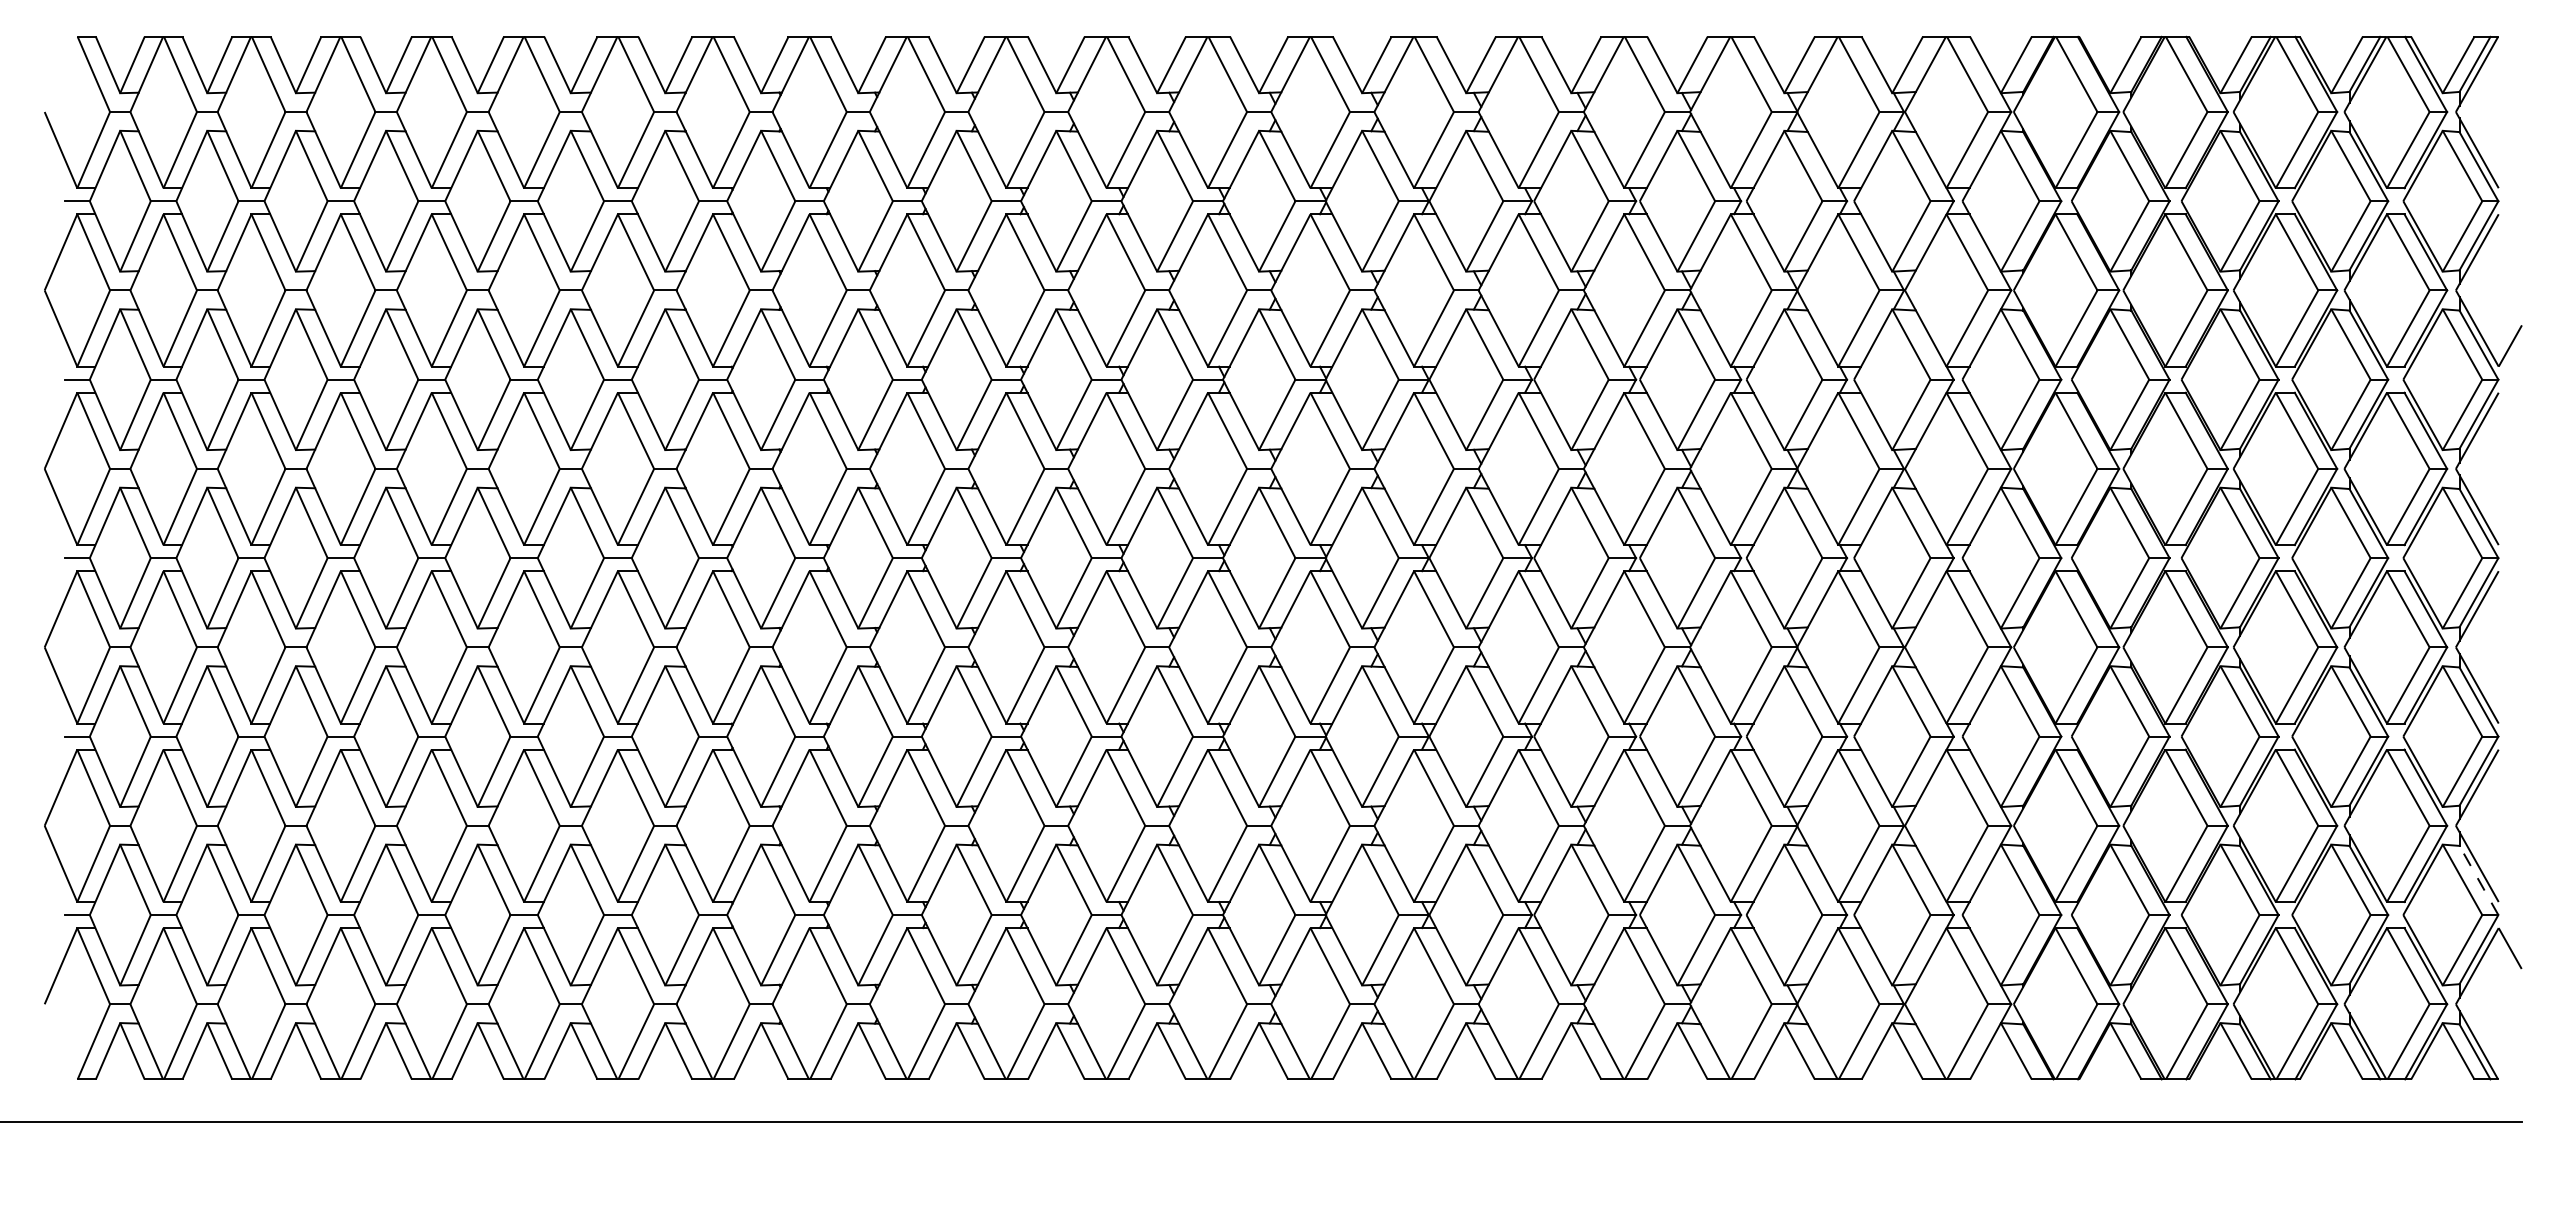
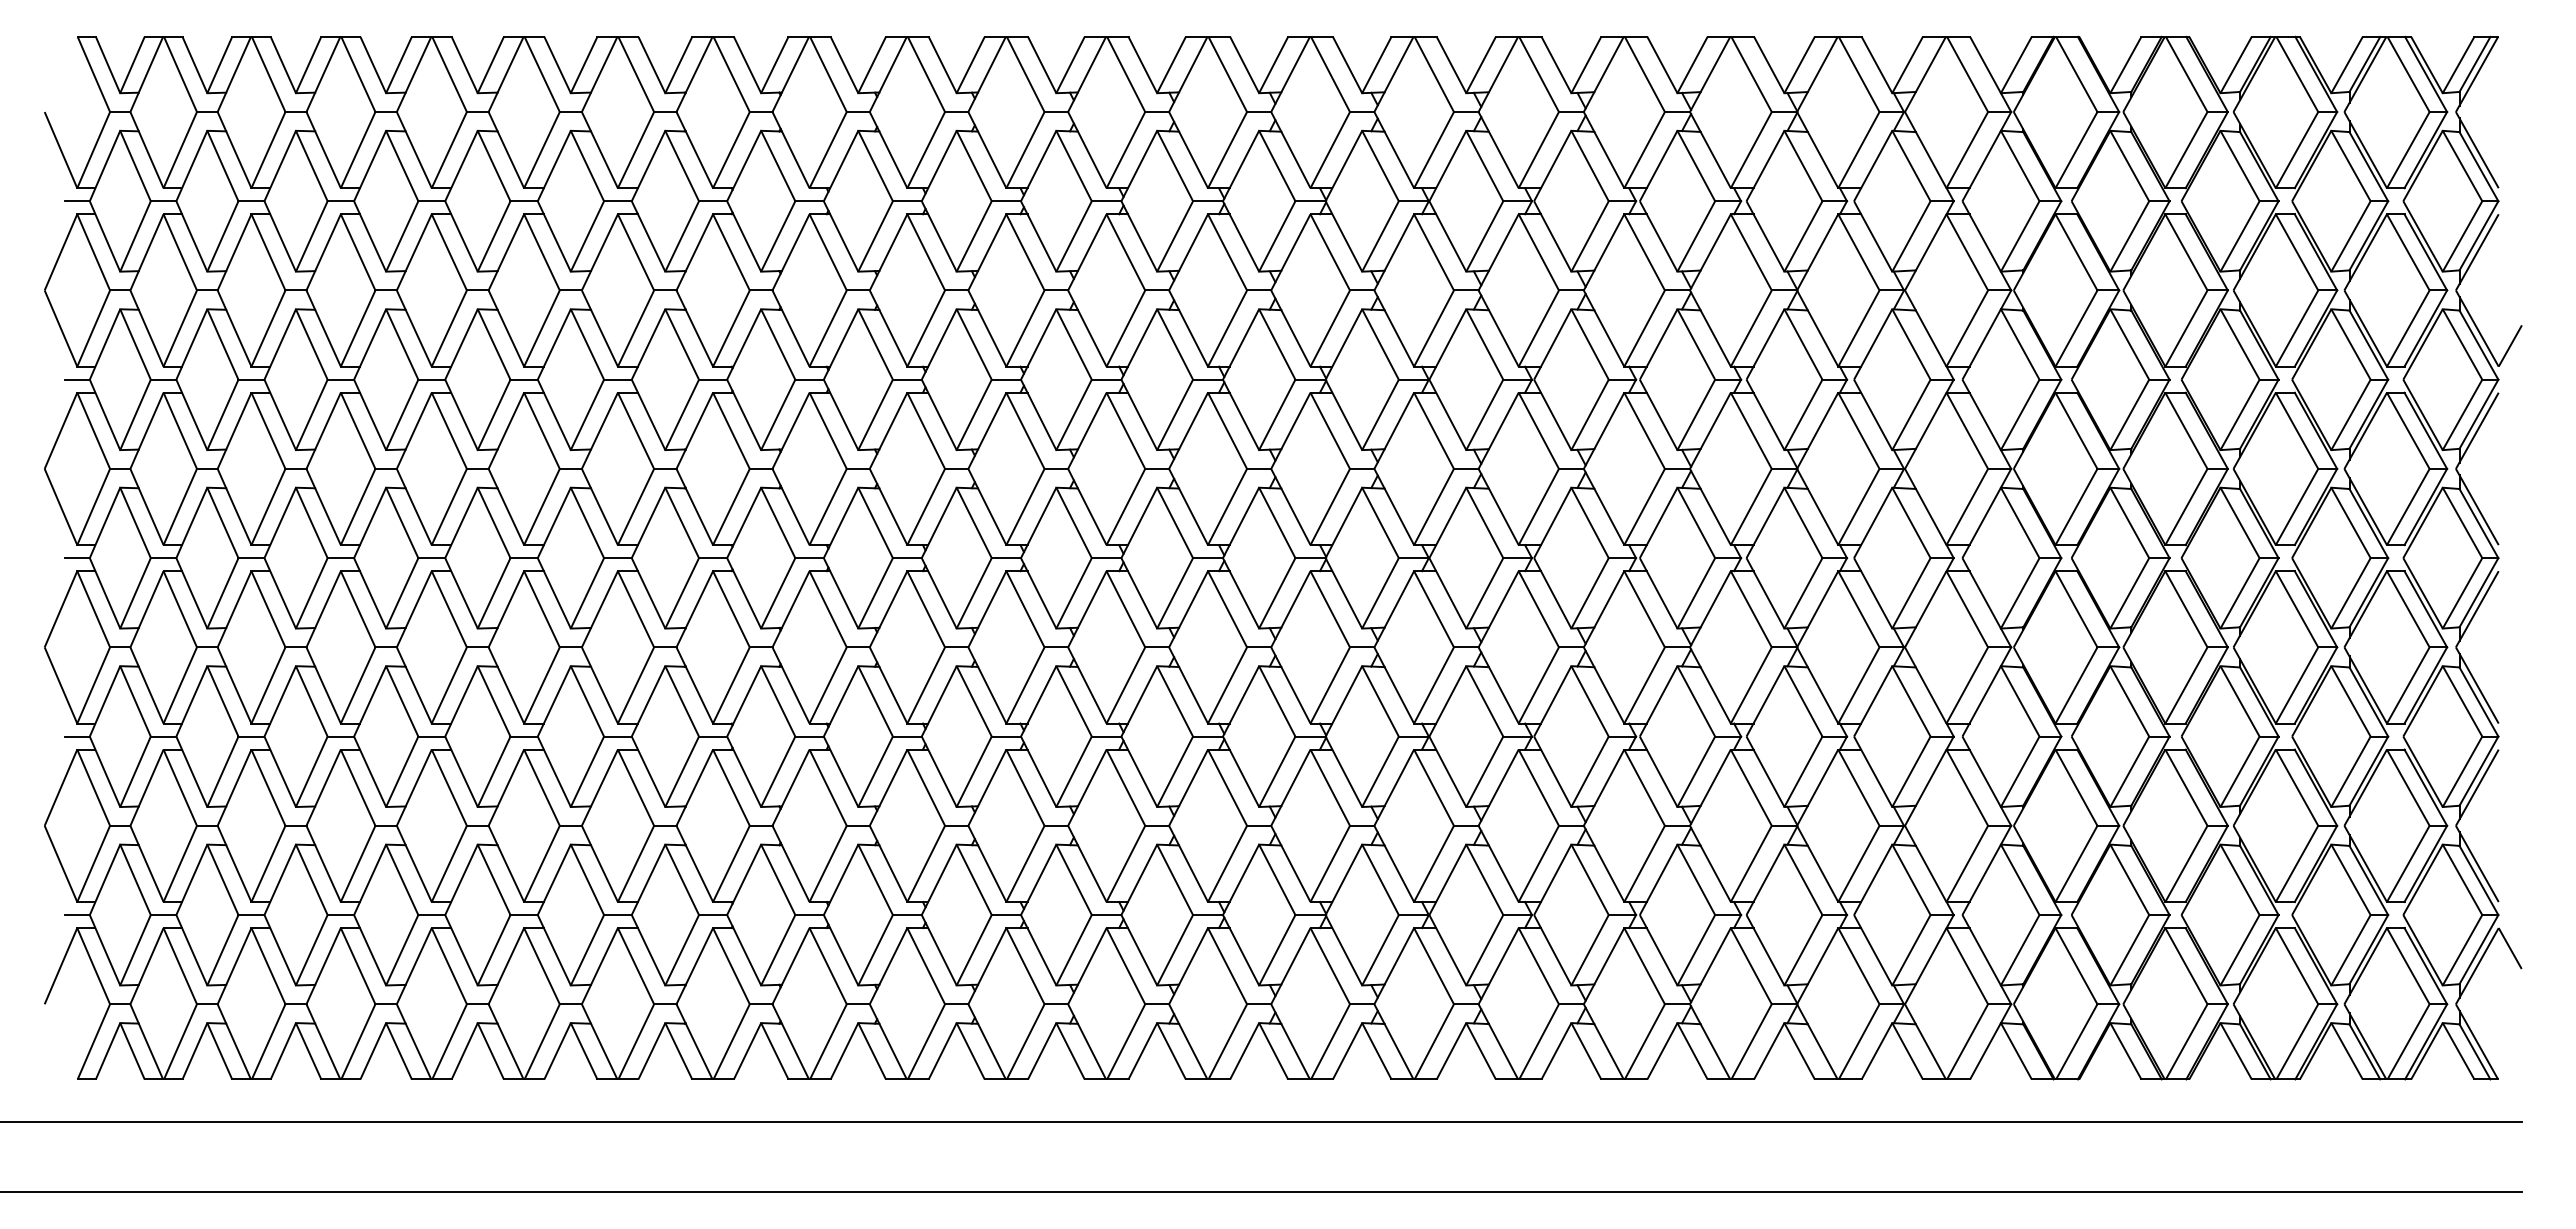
line at (2478, 880): dashed -> solid
line at (1261, 1192): none -> present
